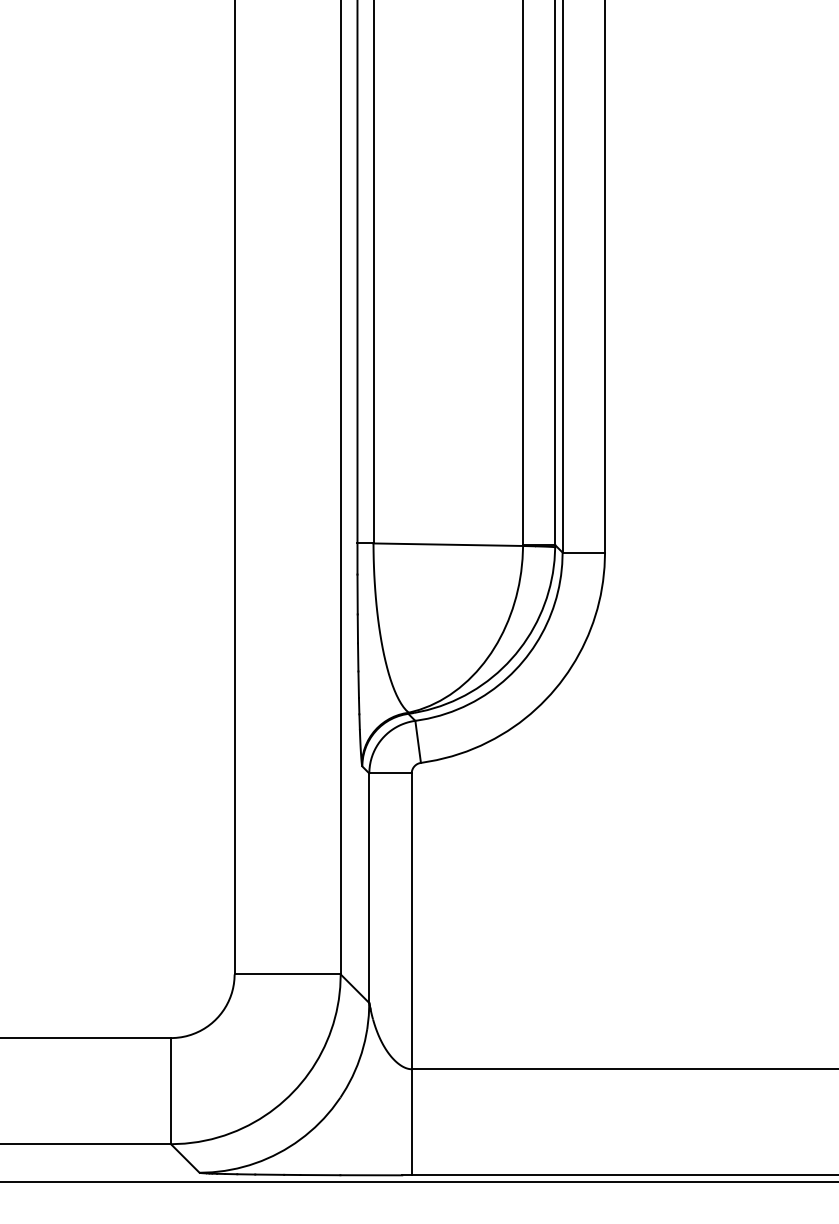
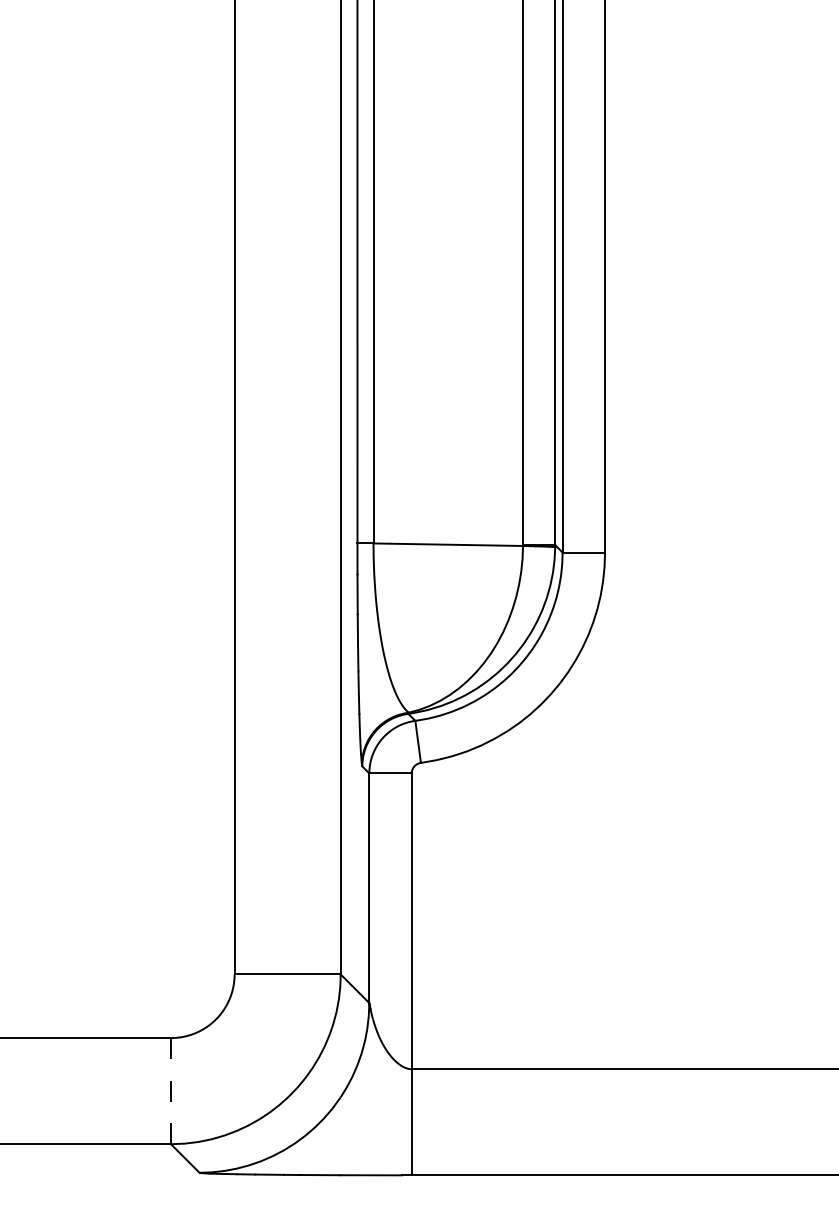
line at (171, 1090): solid -> dashed
line at (418, 1182): present -> none
